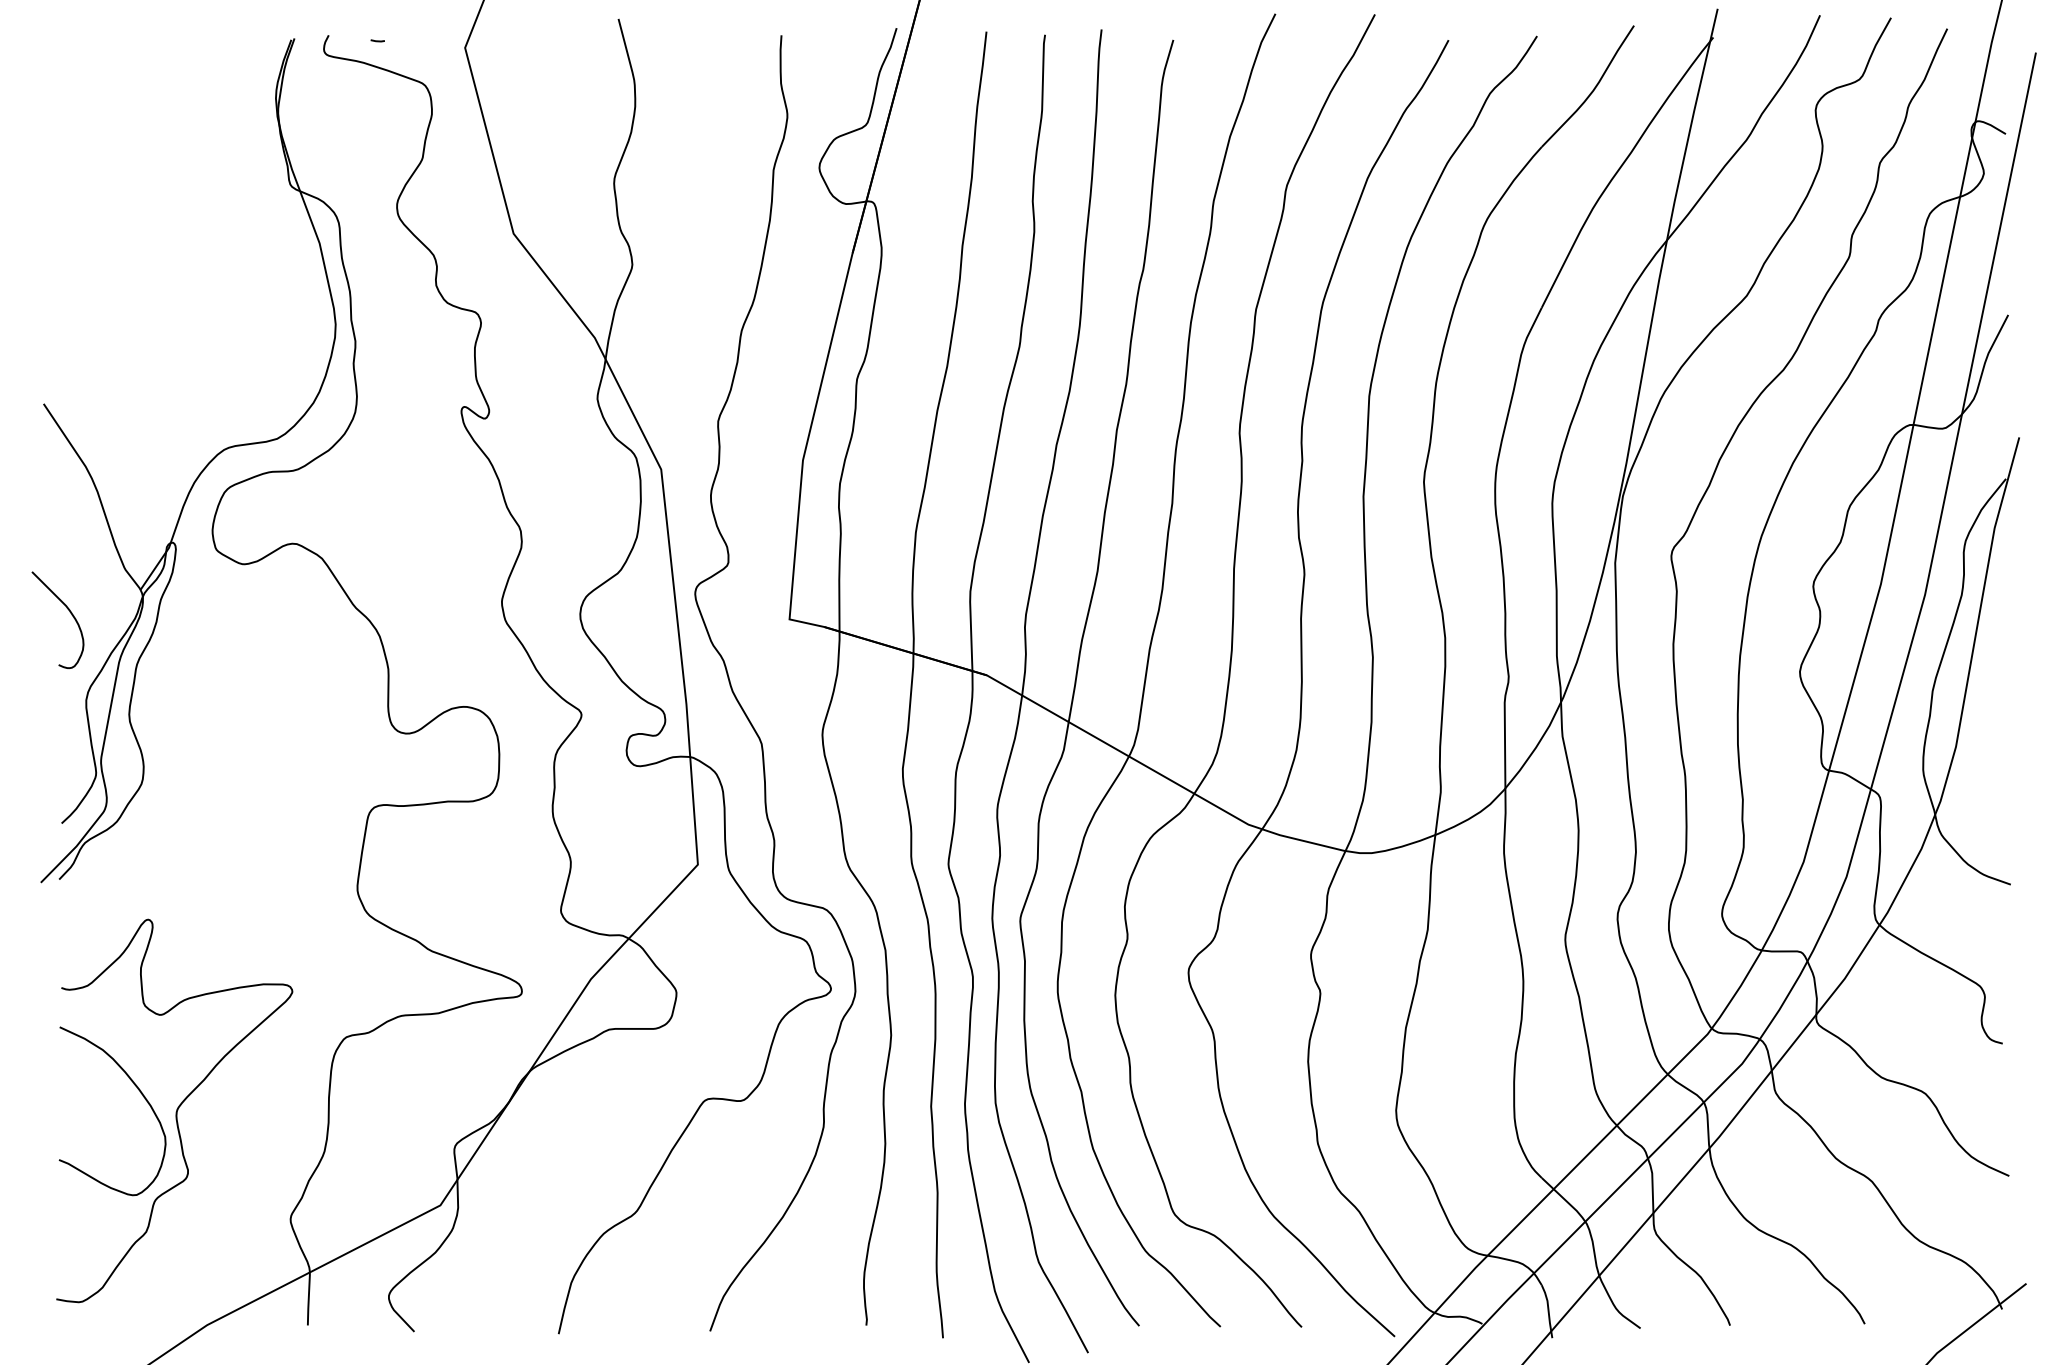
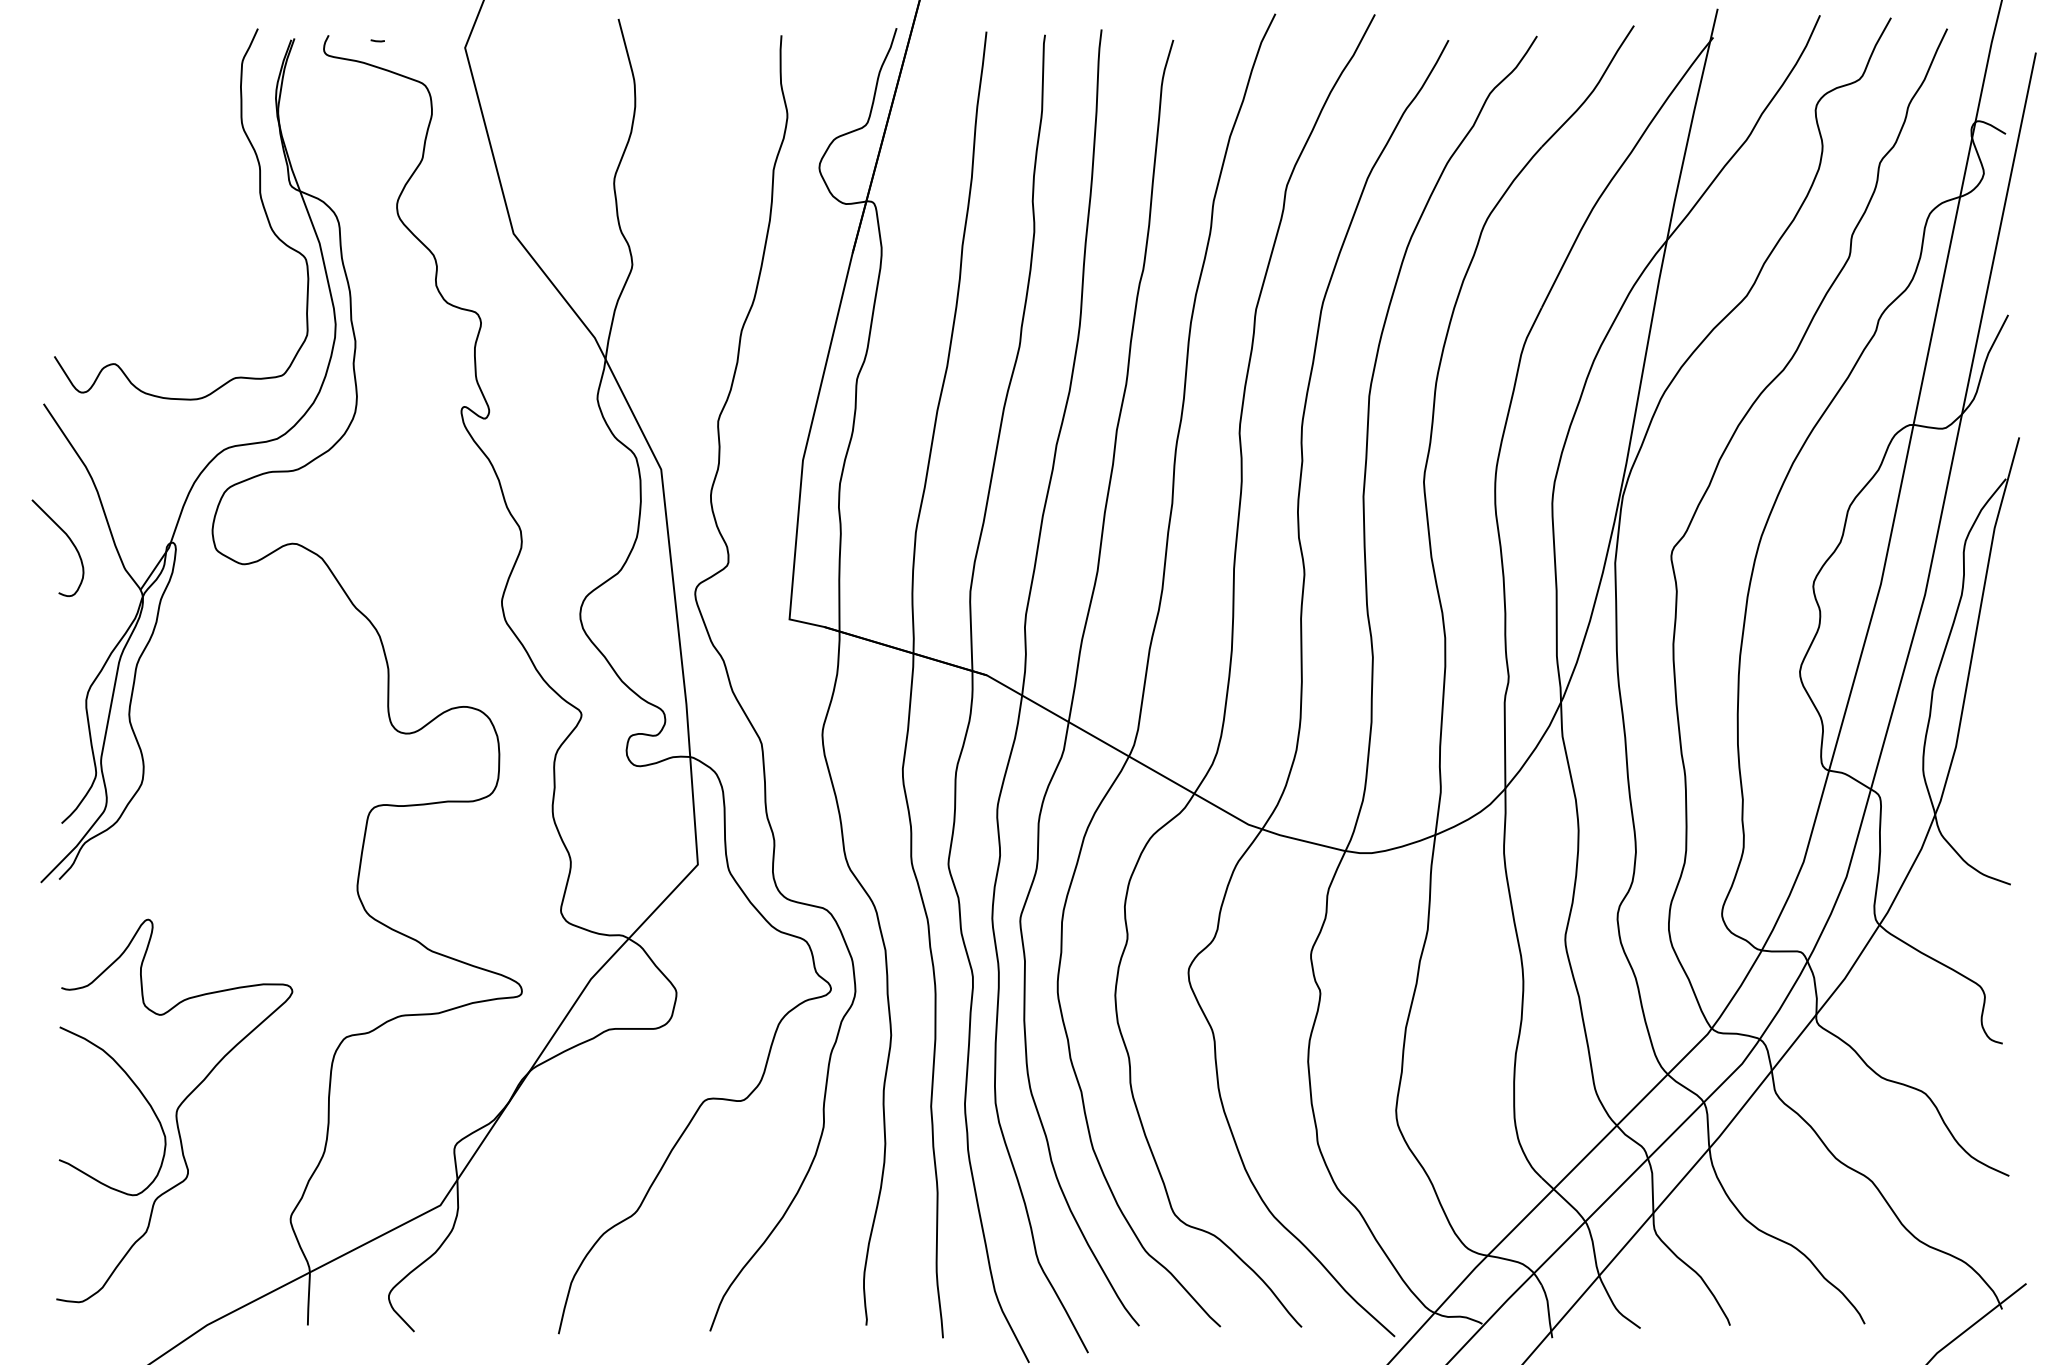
curve at (259, 196): none -> present
curve at (69, 612) position: (69, 612) -> (69, 540)
